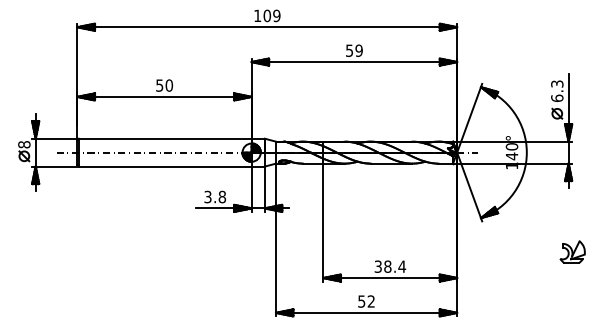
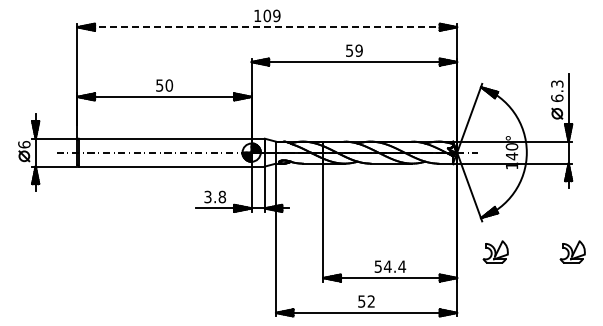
line at (267, 27): solid -> dashed
text at (24, 144): 8 -> 6
part at (495, 251): none -> present
text at (383, 266): 38.4 -> 54.4
